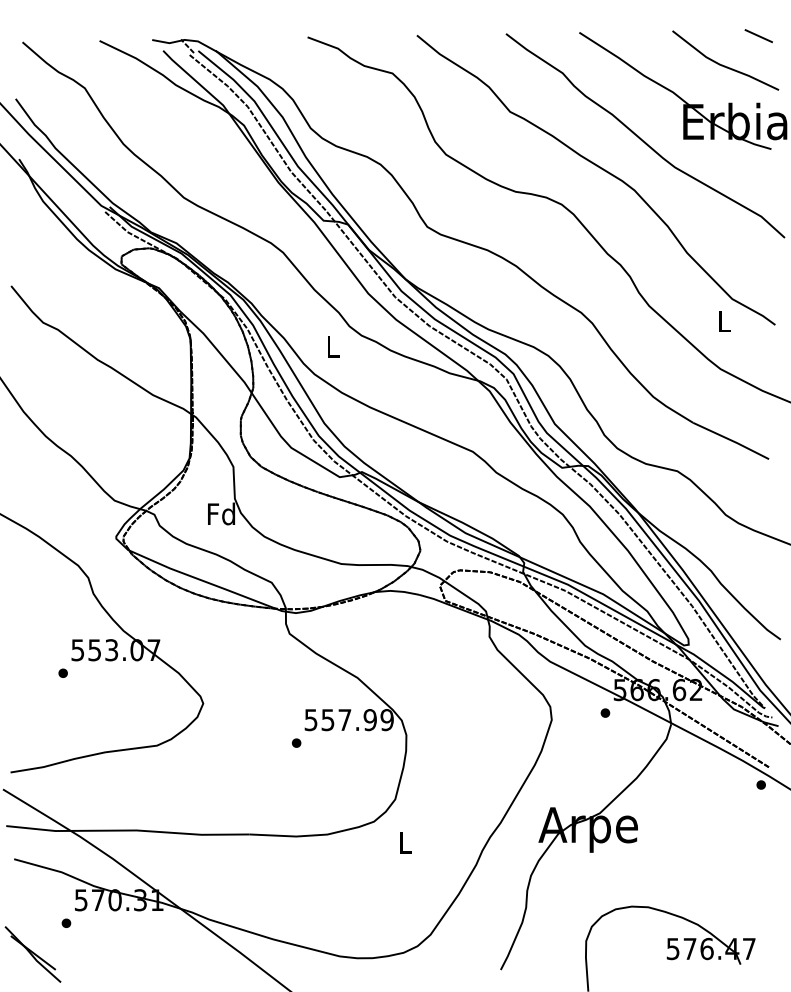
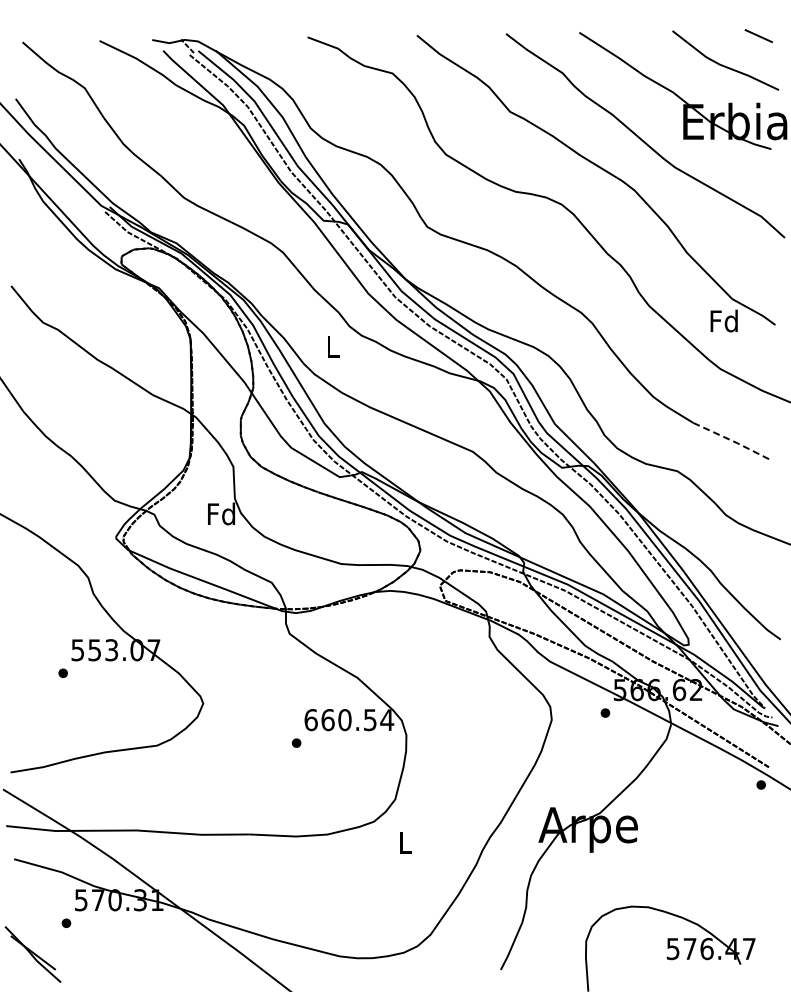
text at (723, 320): L -> Fd
line at (732, 440): solid -> dashed
text at (349, 720): 557.99 -> 660.54
